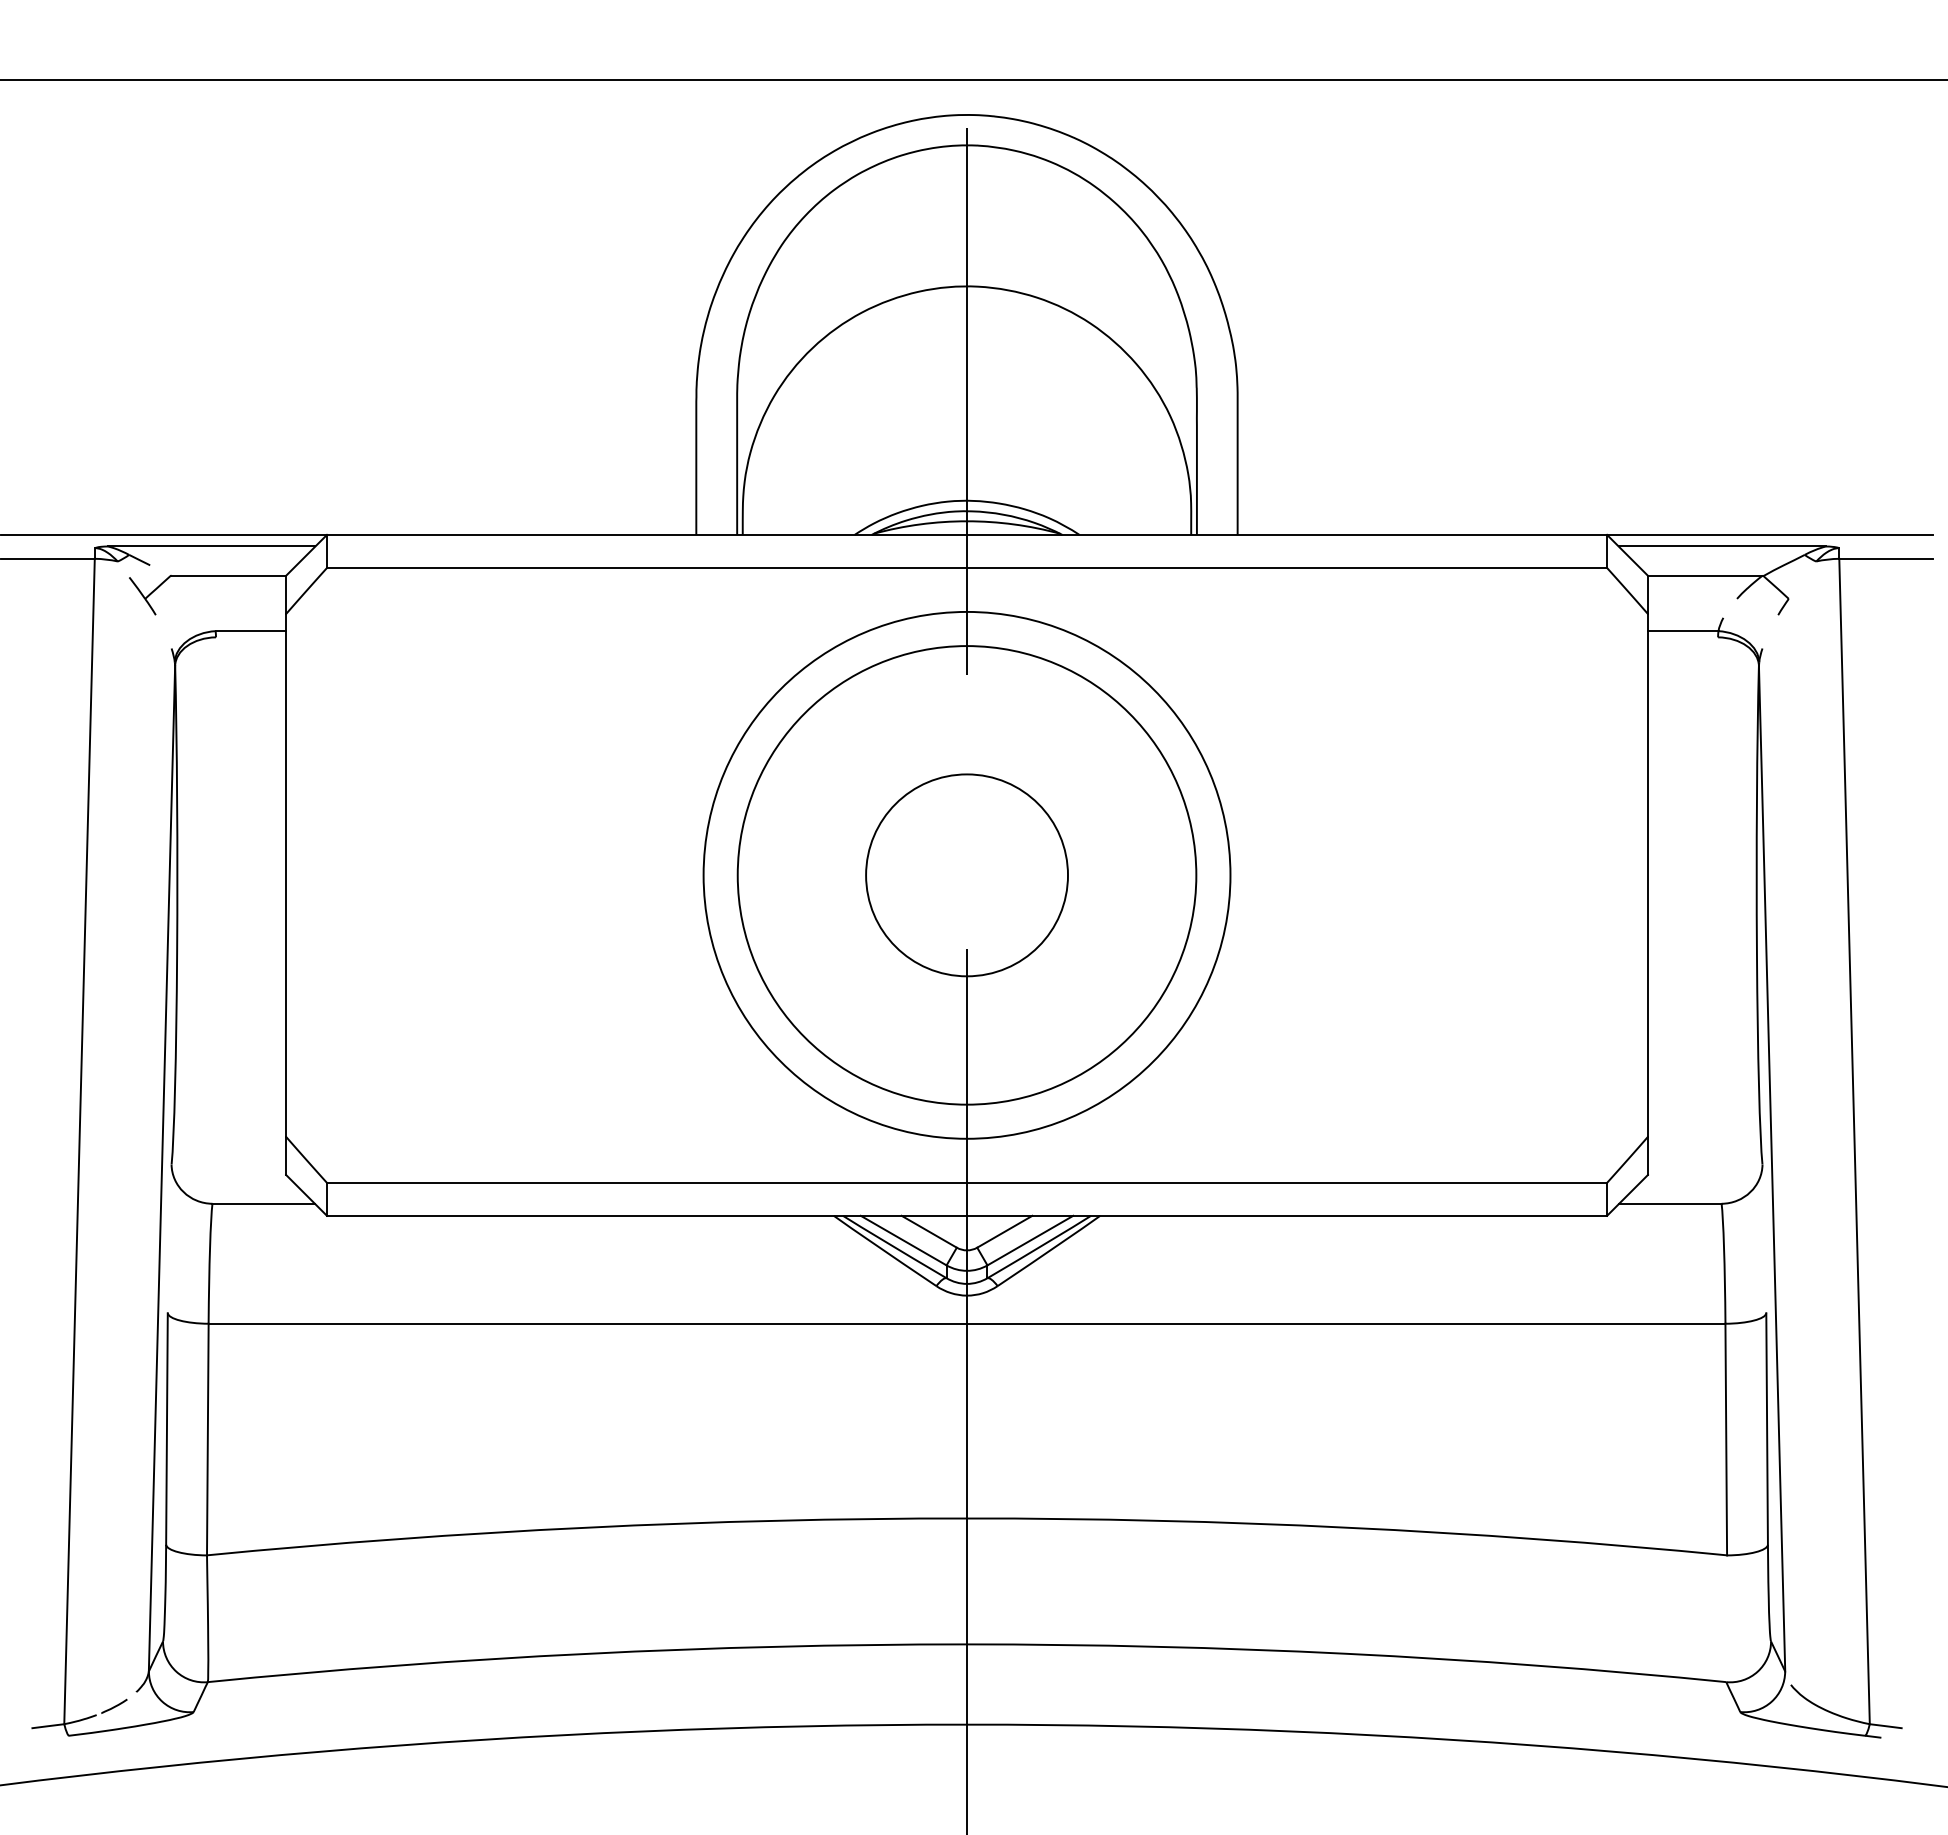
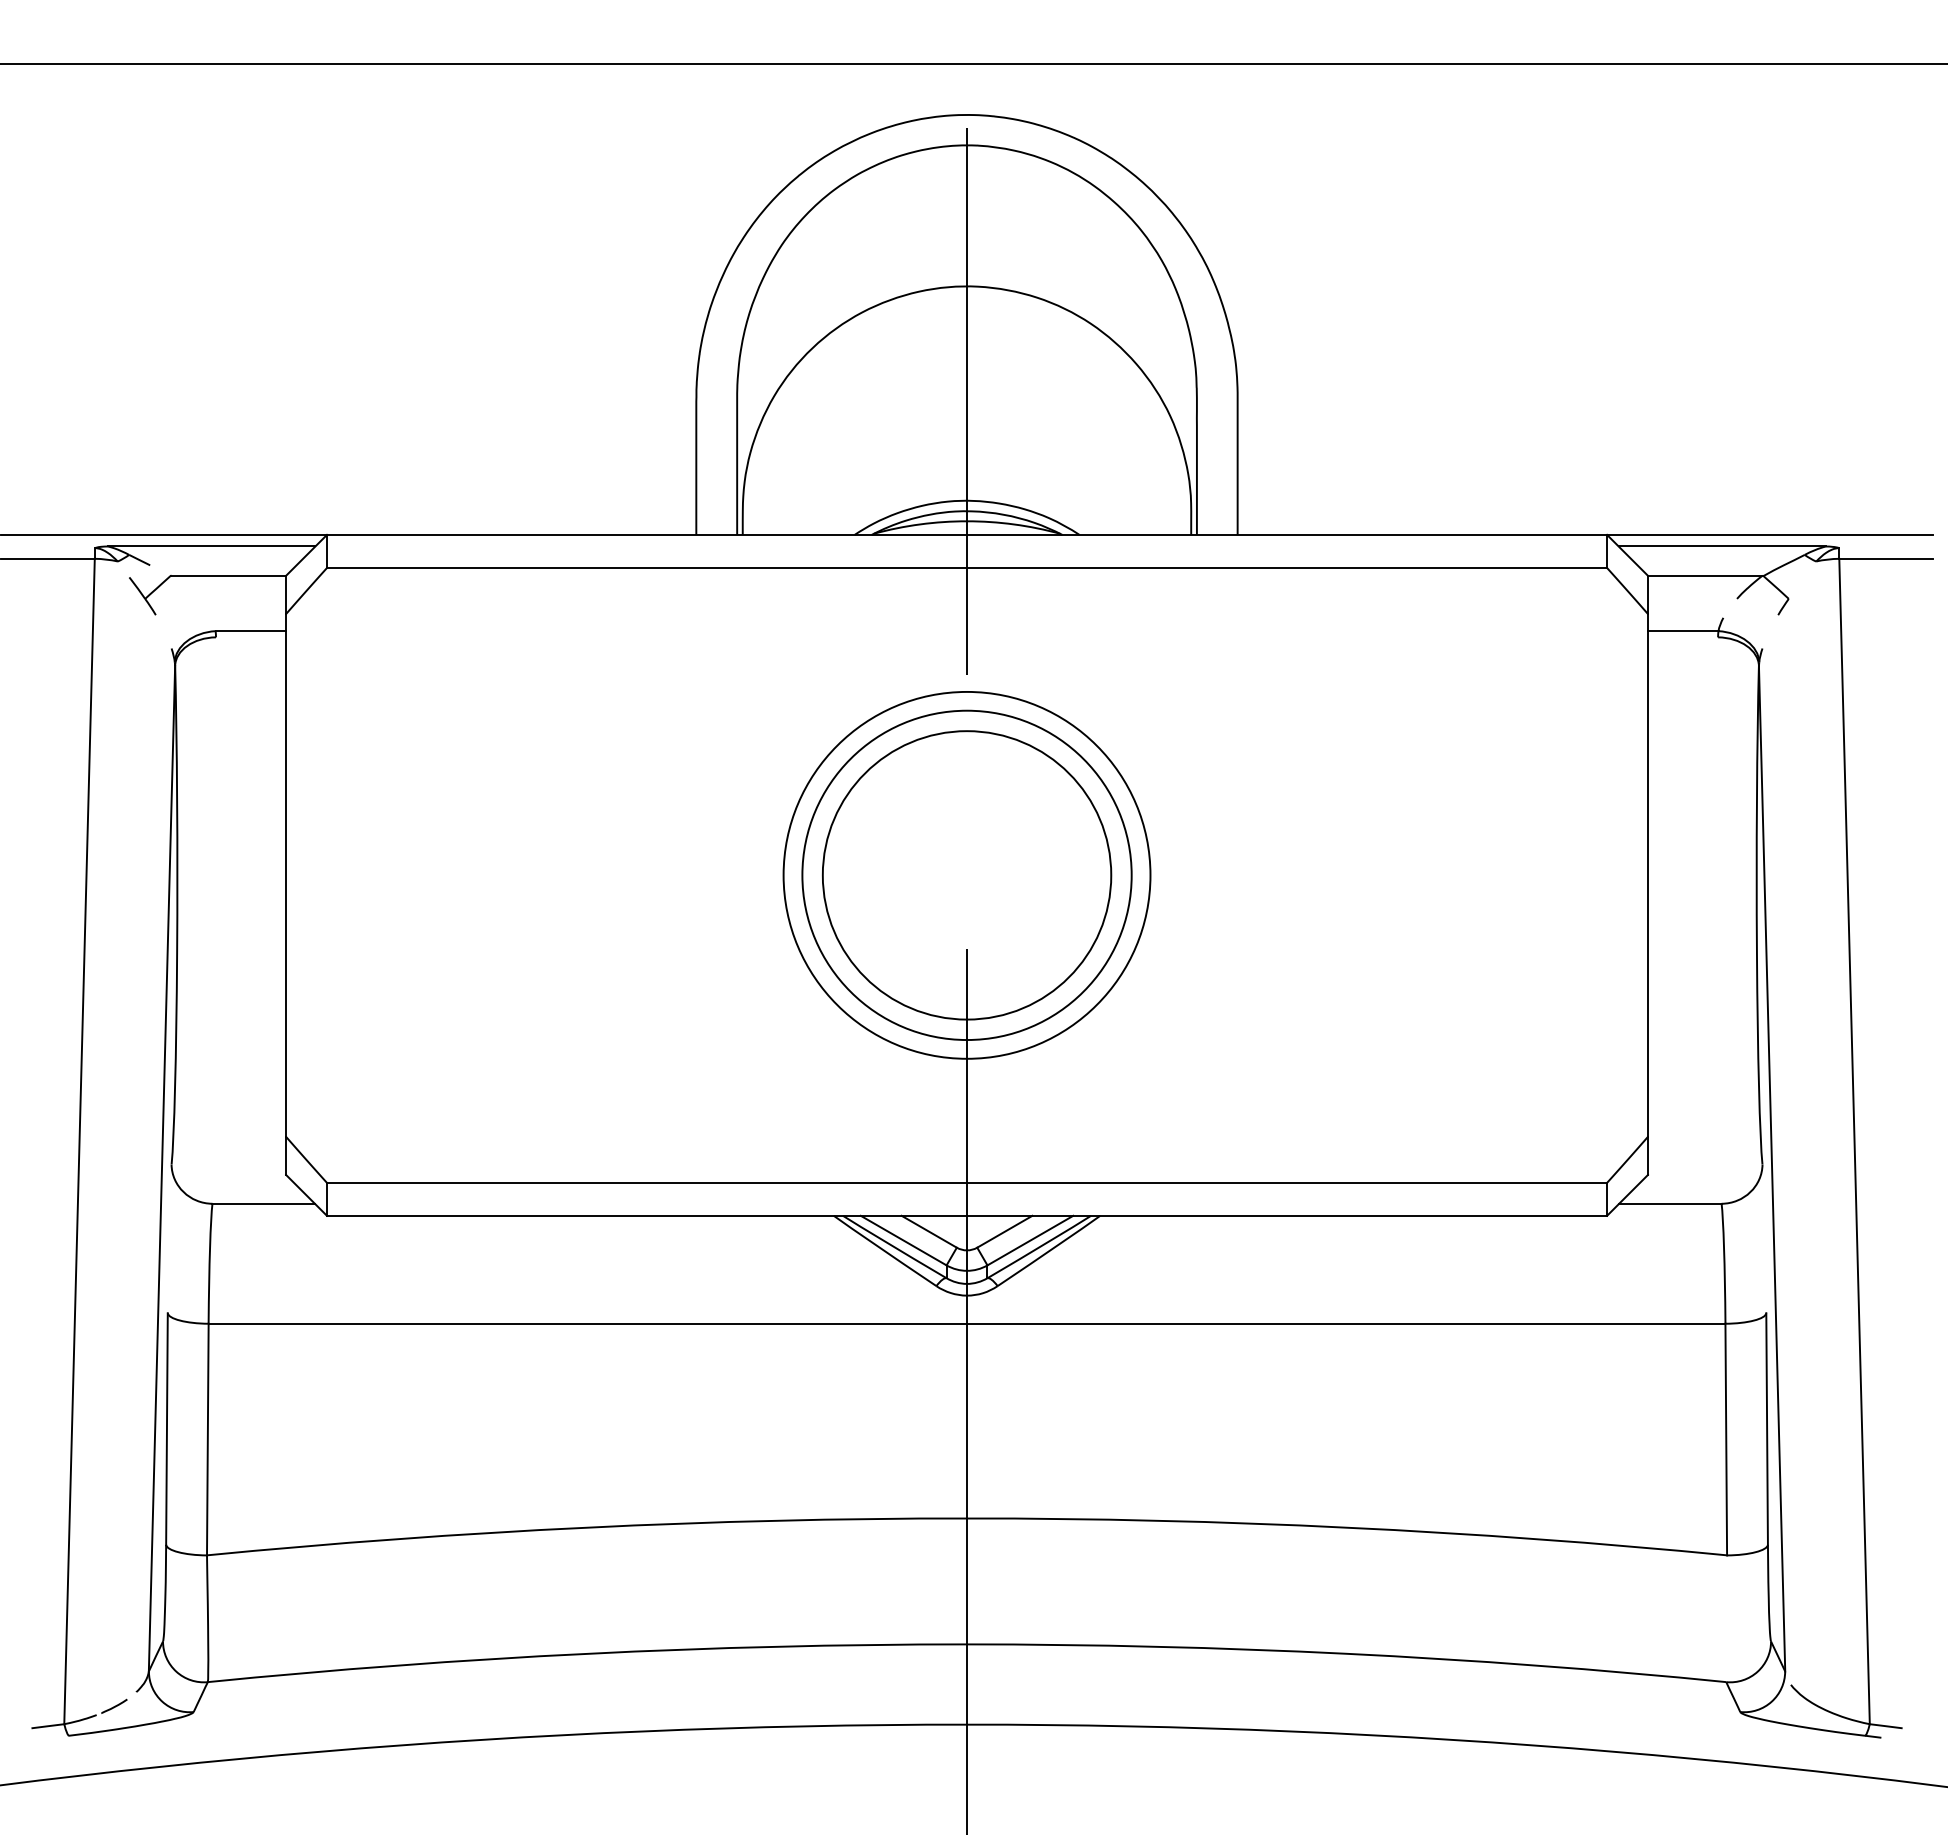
line at (973, 79) position: (973, 79) -> (973, 63)
circle at (966, 874) diameter: 527 px -> 329 px
circle at (966, 875) diameter: 459 px -> 367 px
circle at (967, 875) diameter: 202 px -> 288 px
